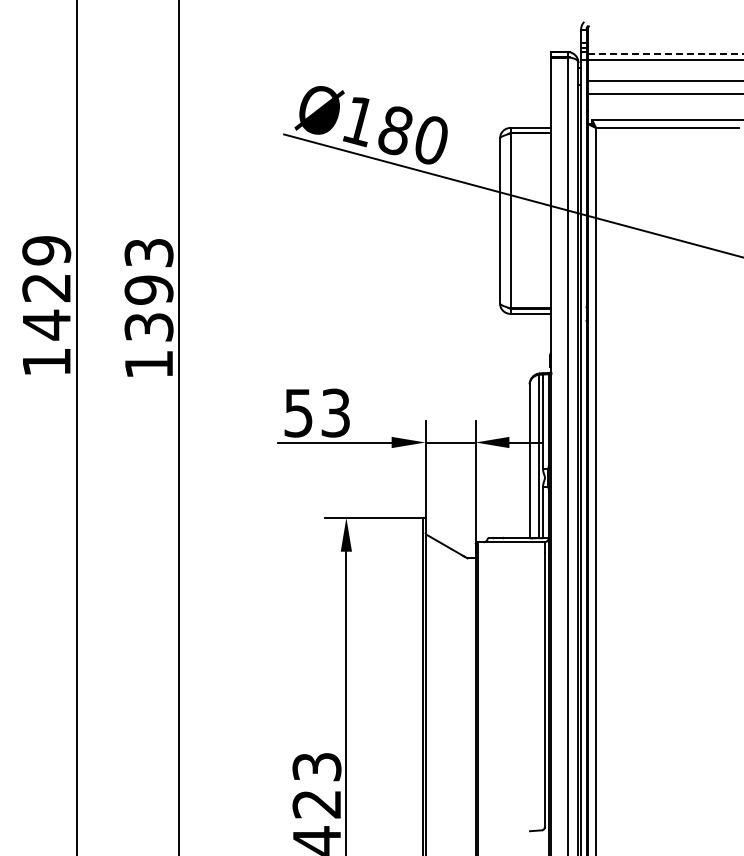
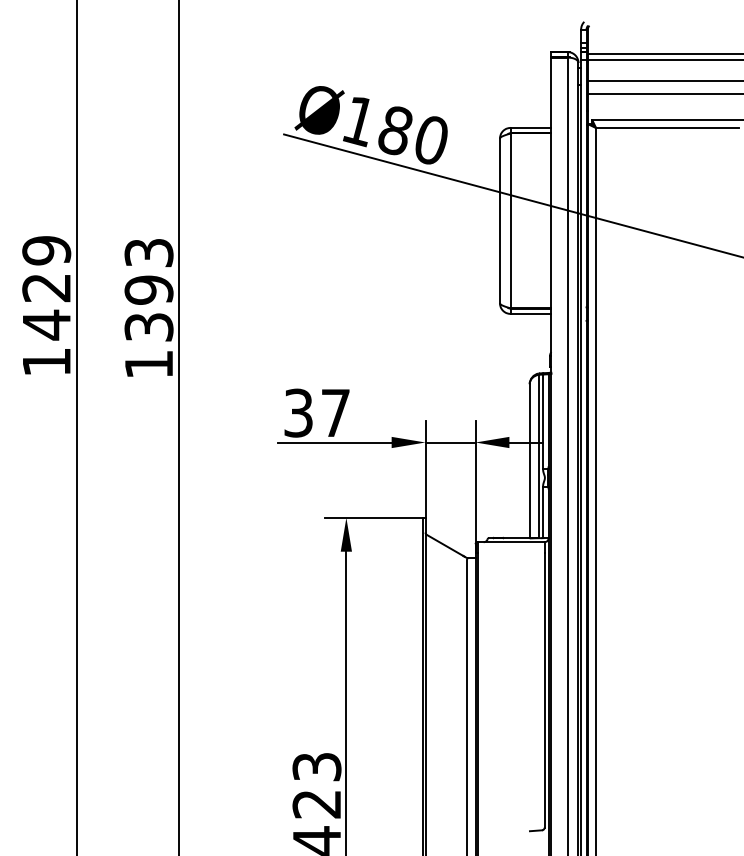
line at (665, 53): dashed -> solid
text at (317, 412): 53 -> 37
line at (467, 706): none -> present
